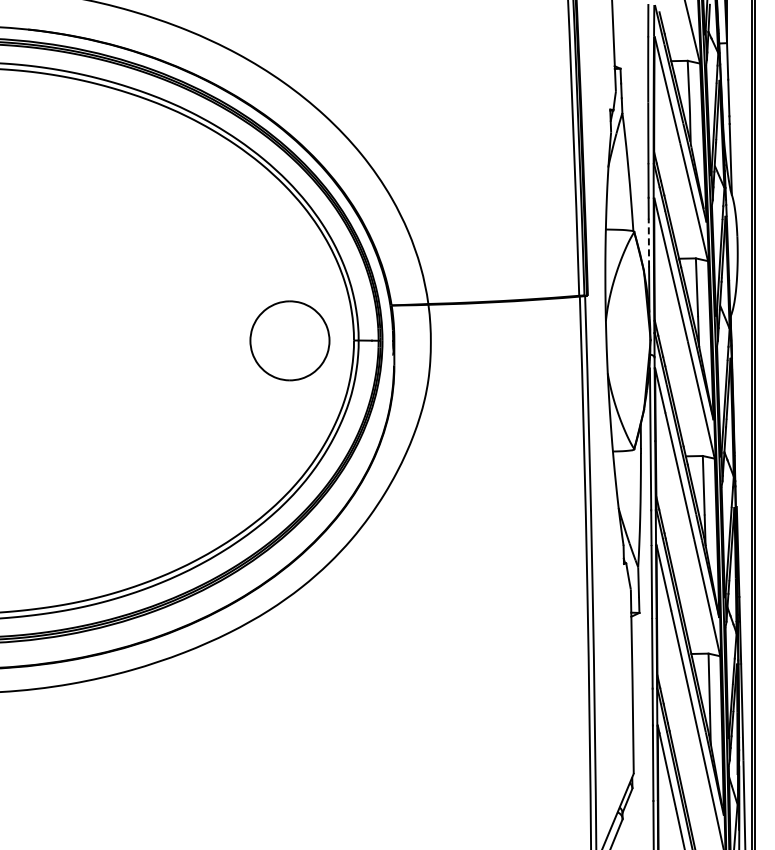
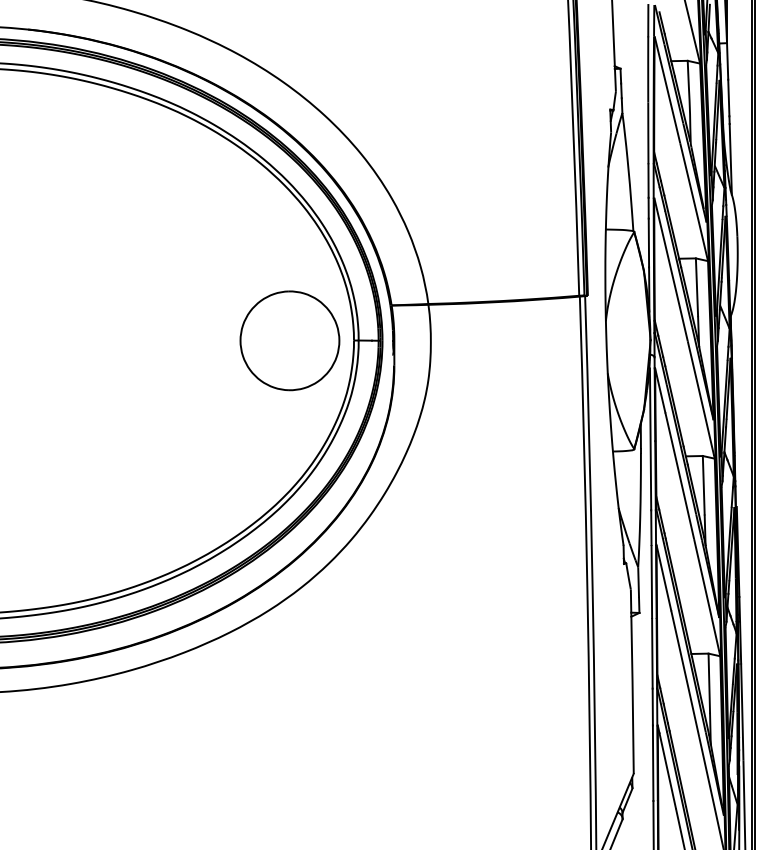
line at (648, 242): dashed -> solid
part at (289, 340) size: 82x82 px -> 102x102 px
